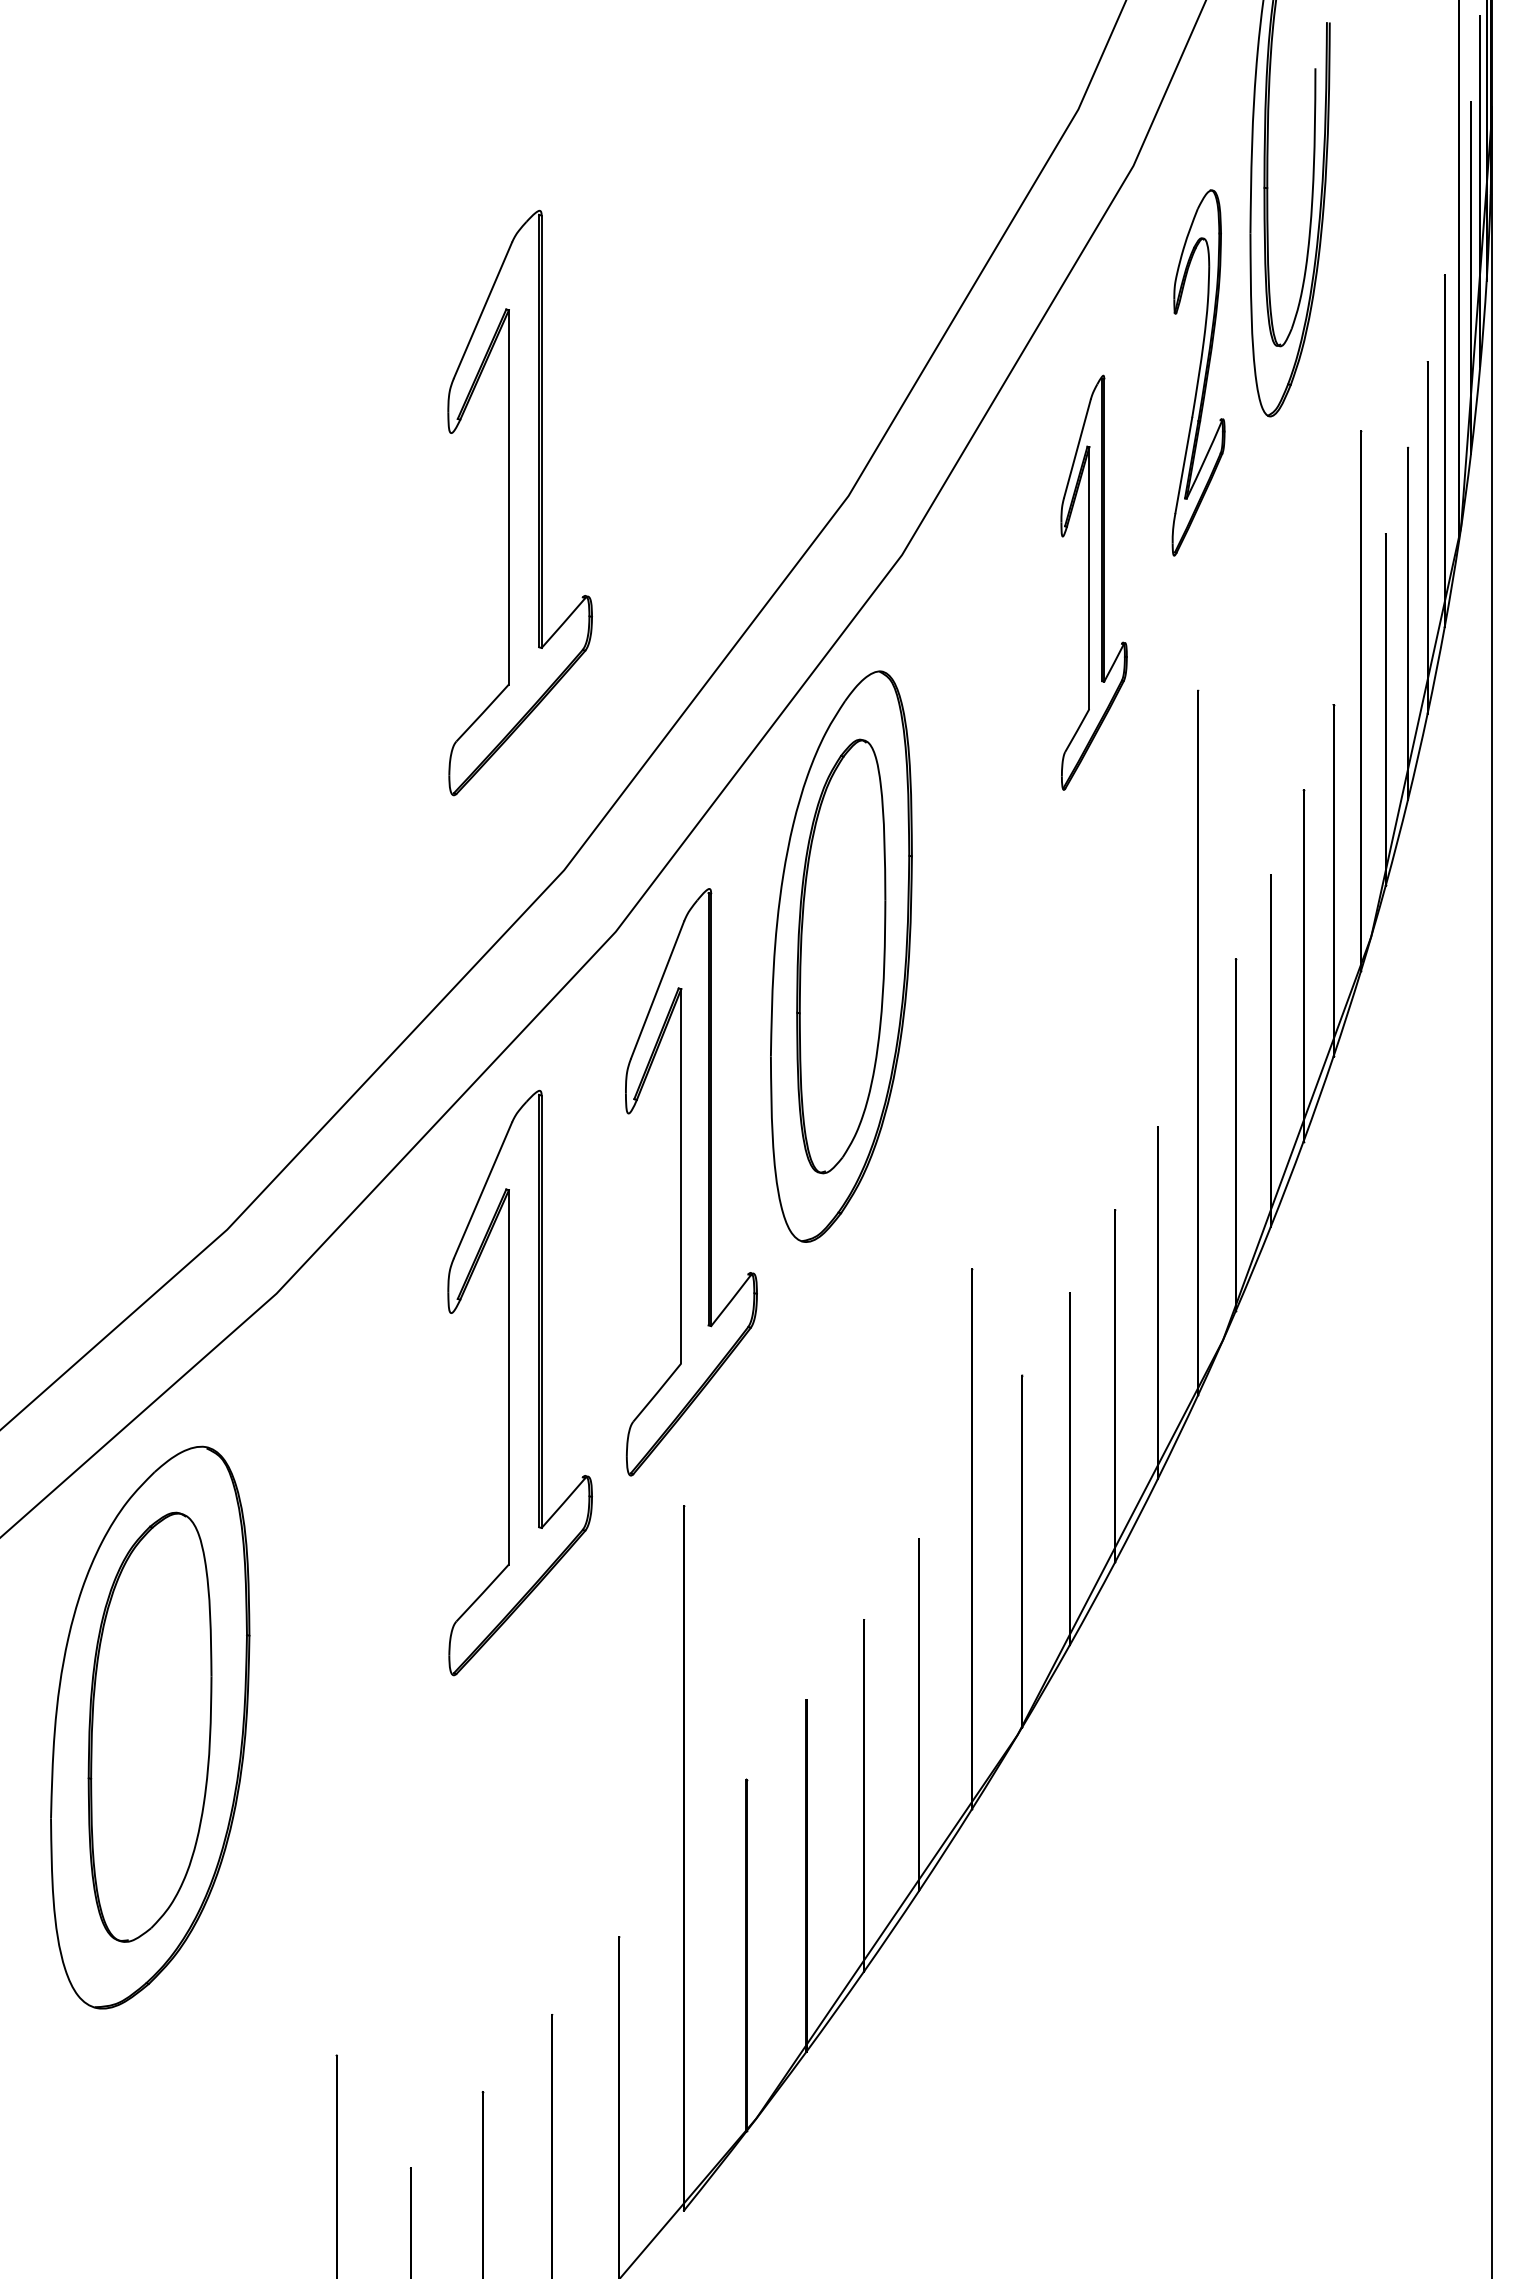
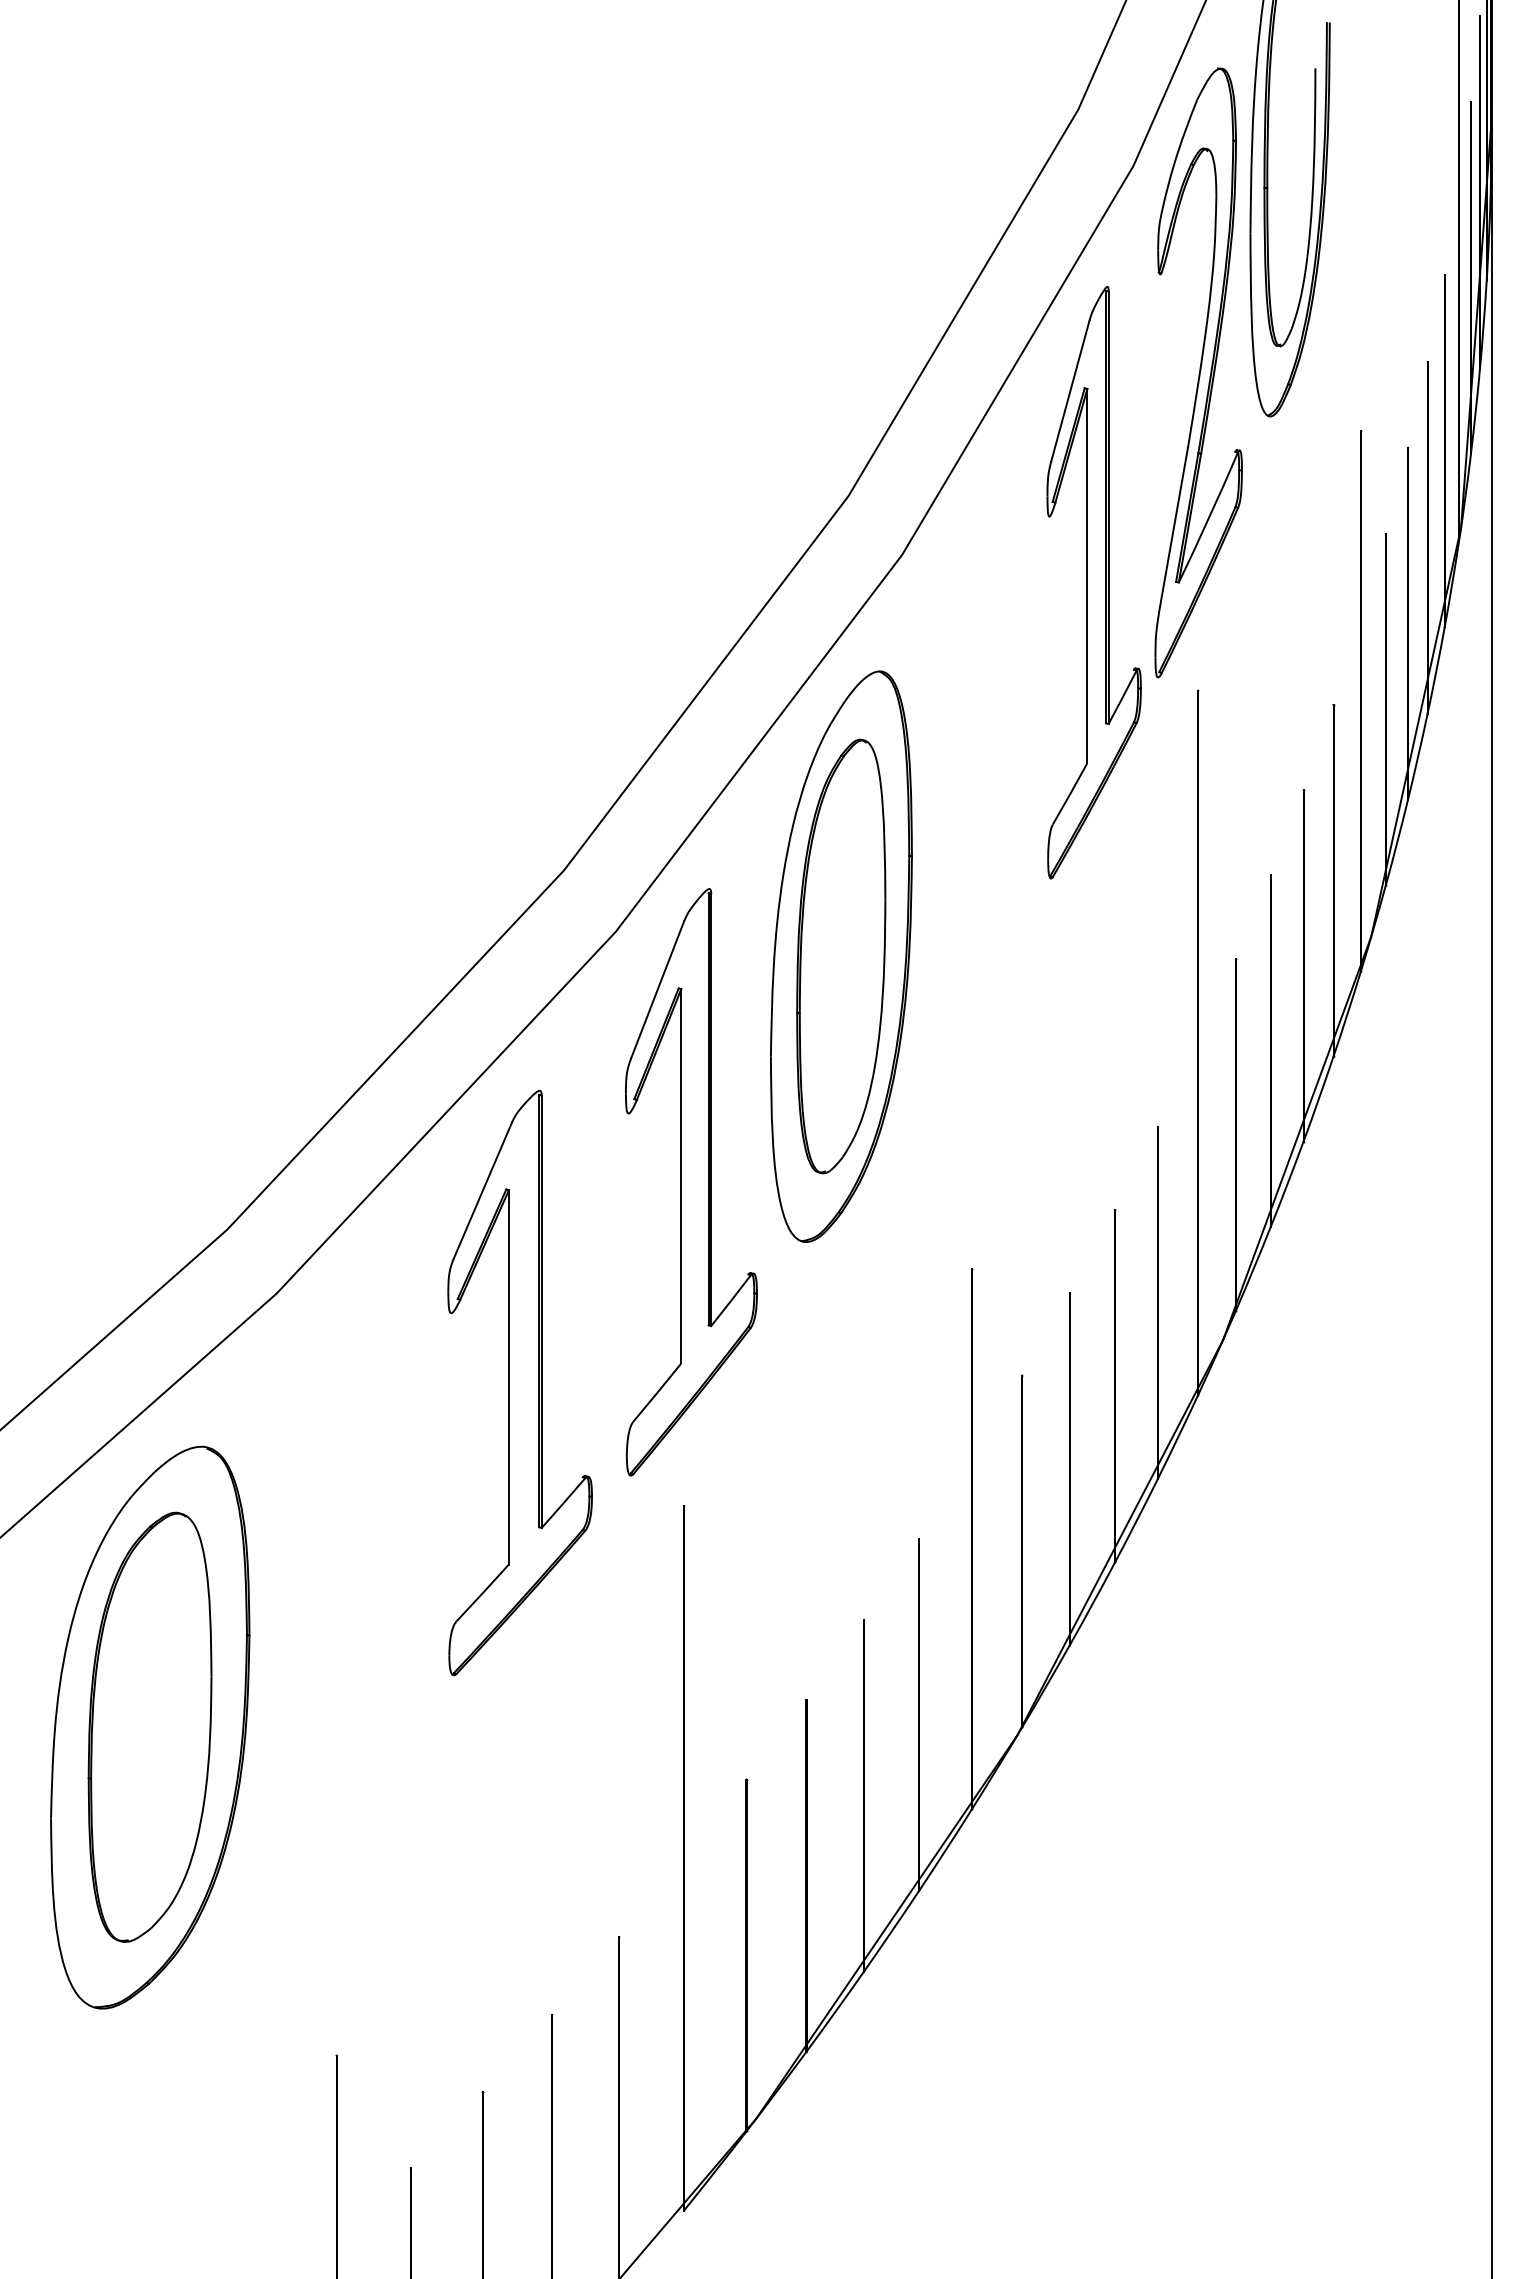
part at (1198, 372) size: 55x368 px -> 89x612 px
part at (519, 502): present -> none
part at (1093, 582) size: 68x417 px -> 96x594 px
